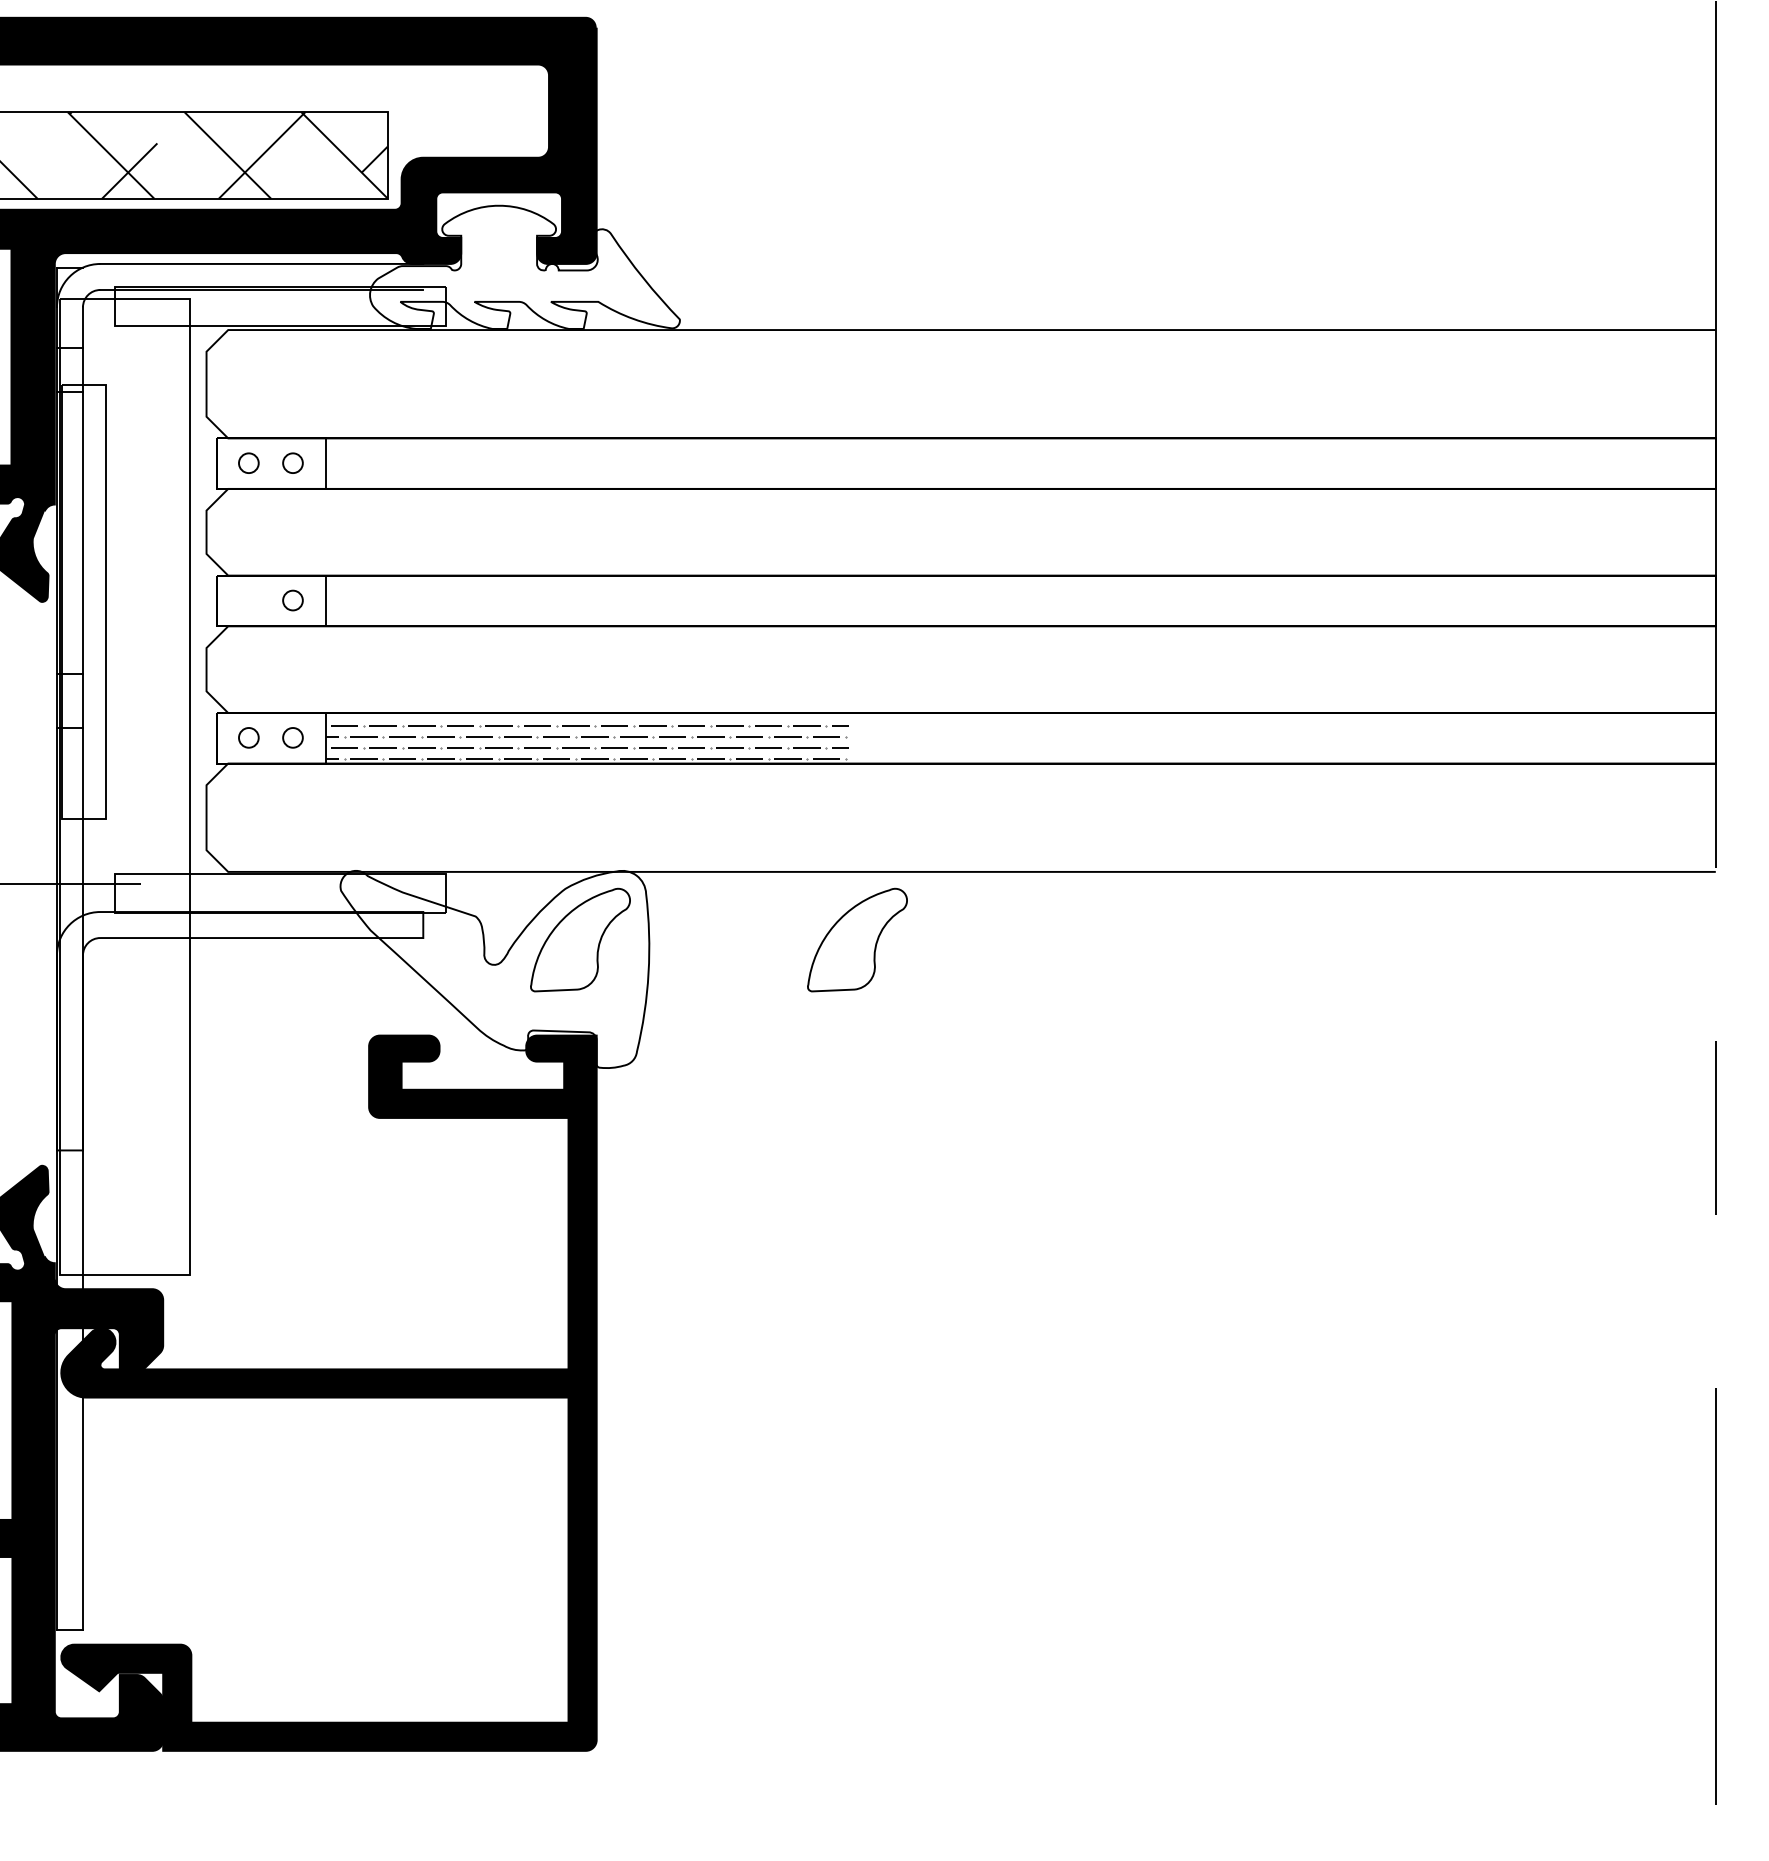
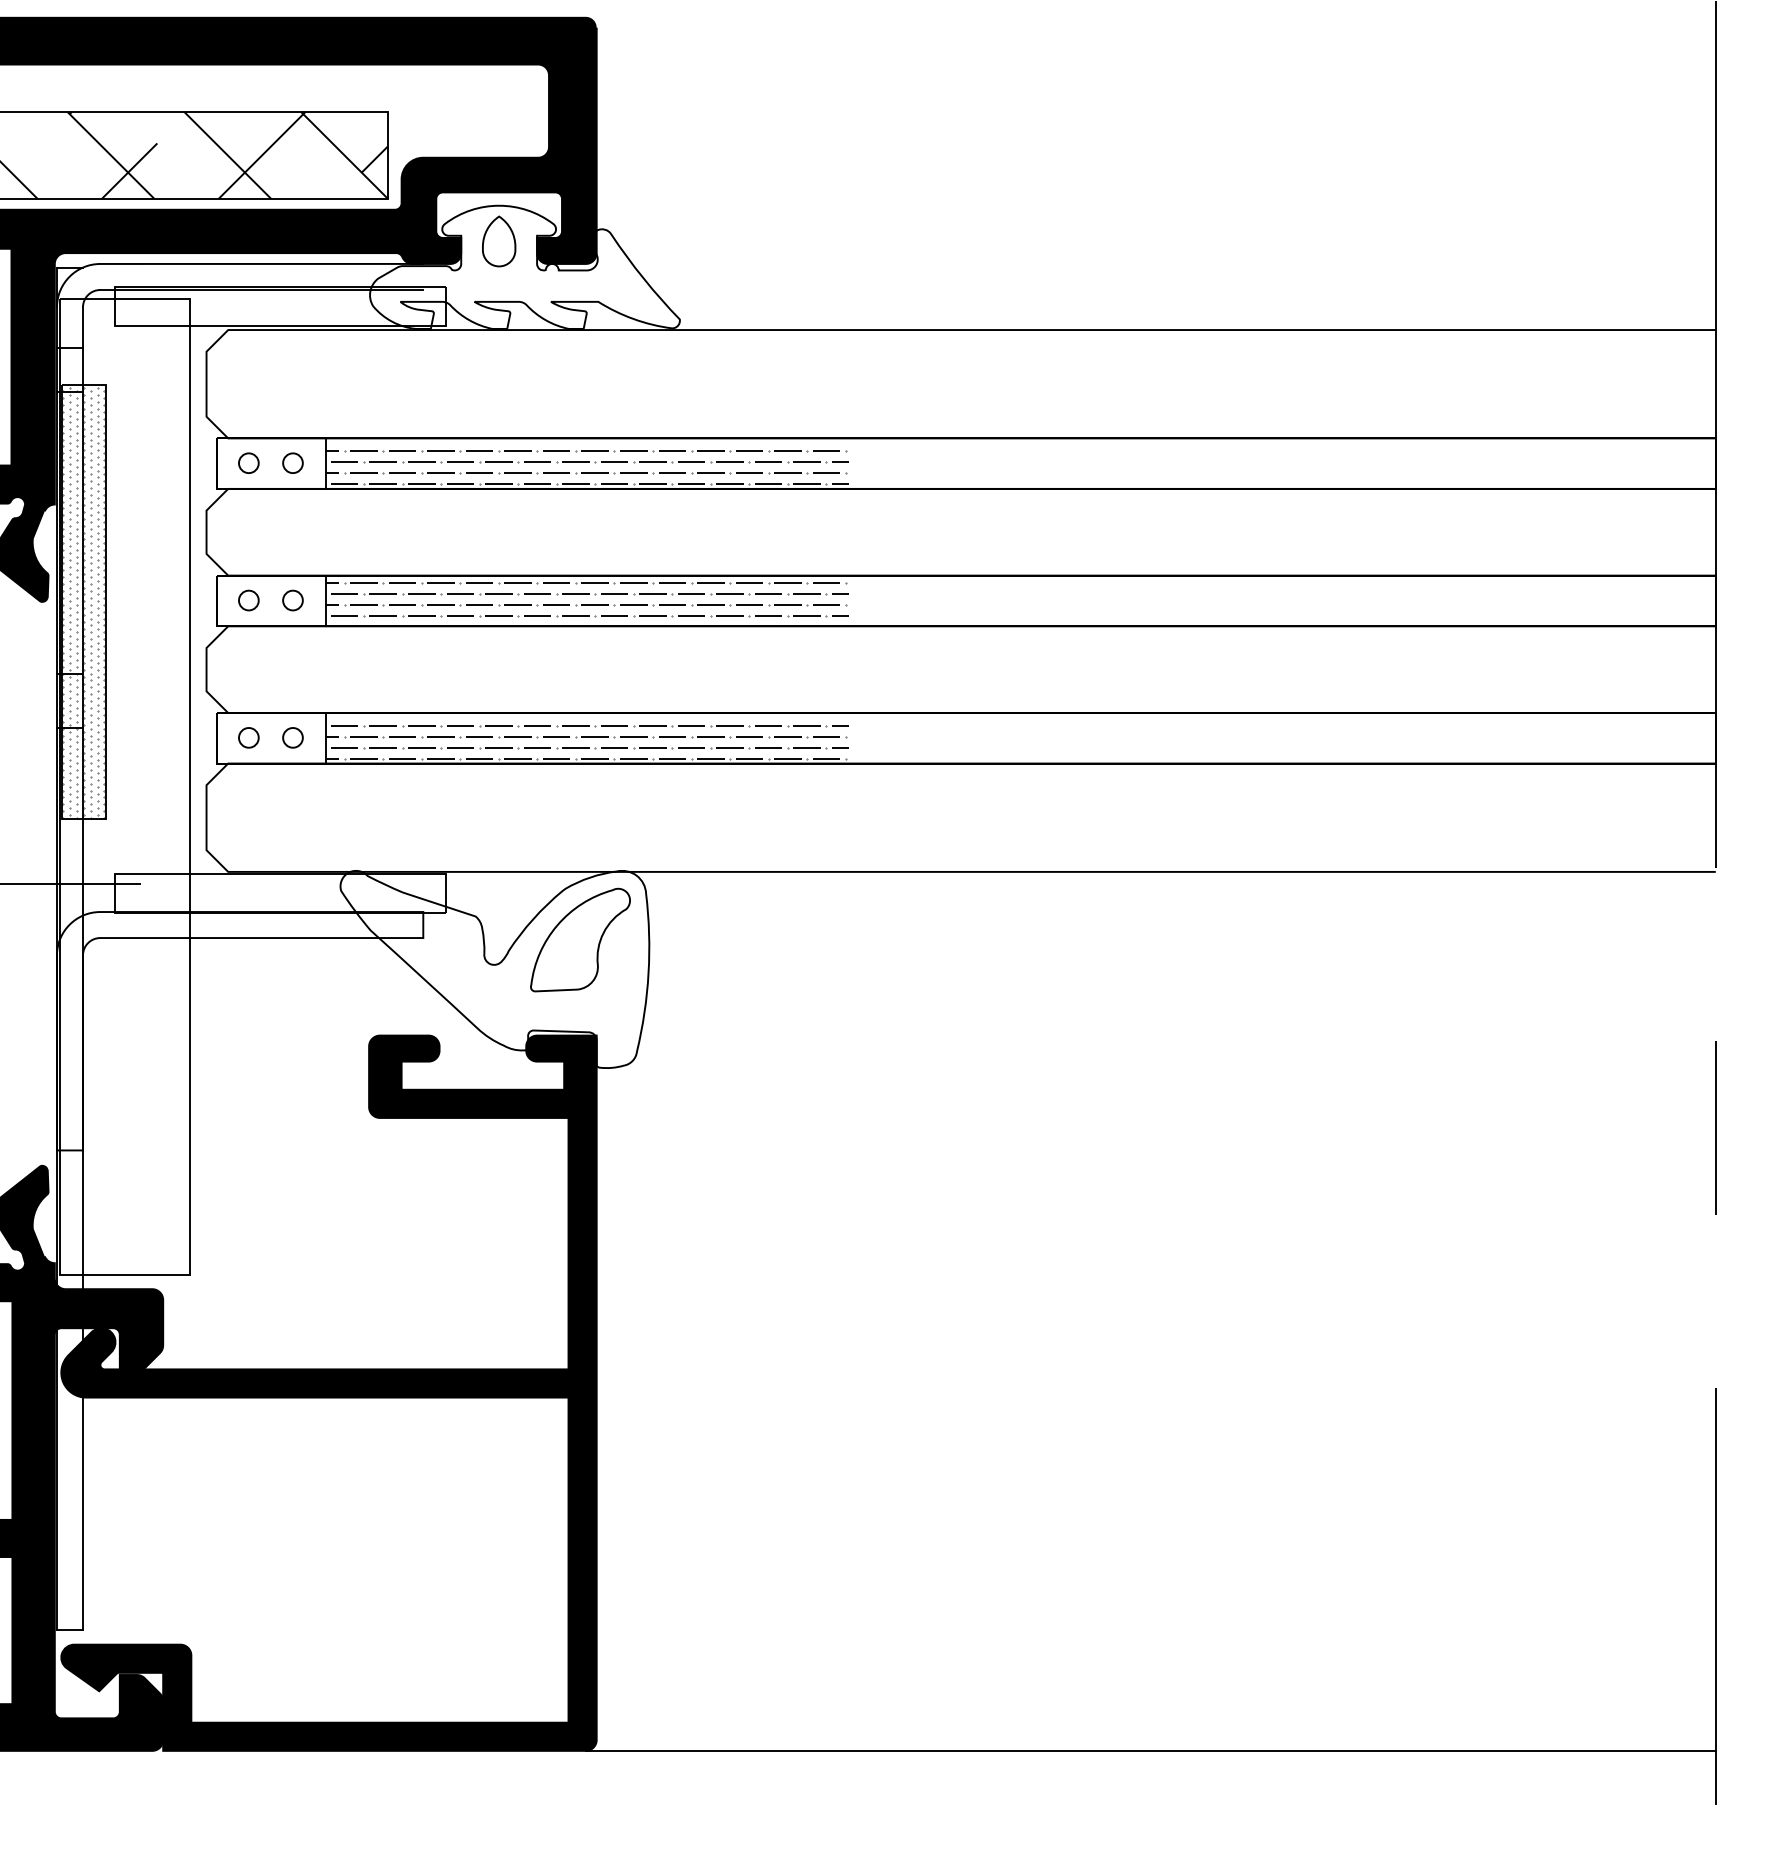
part at (499, 241): none -> present
hatch at (586, 467): none -> present
hatch at (586, 599): none -> present
circle at (248, 600): none -> present
hatch at (83, 602): none -> present
part at (857, 939): present -> none
line at (1150, 1750): none -> present
